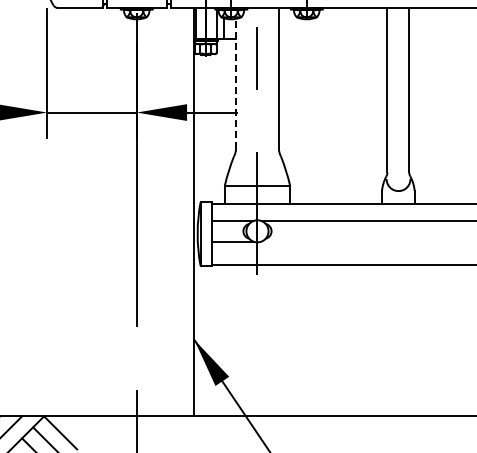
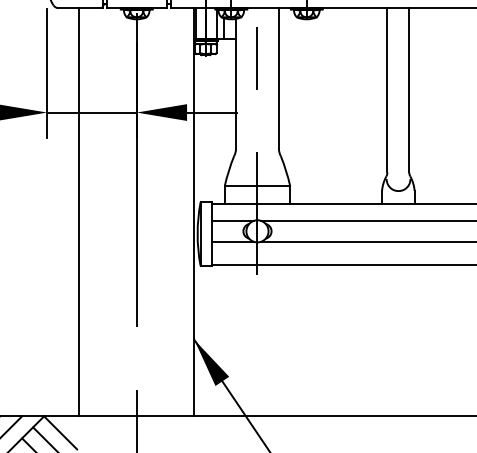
line at (236, 83): dashed -> solid
line at (79, 212): none -> present
line at (367, 241): none -> present
